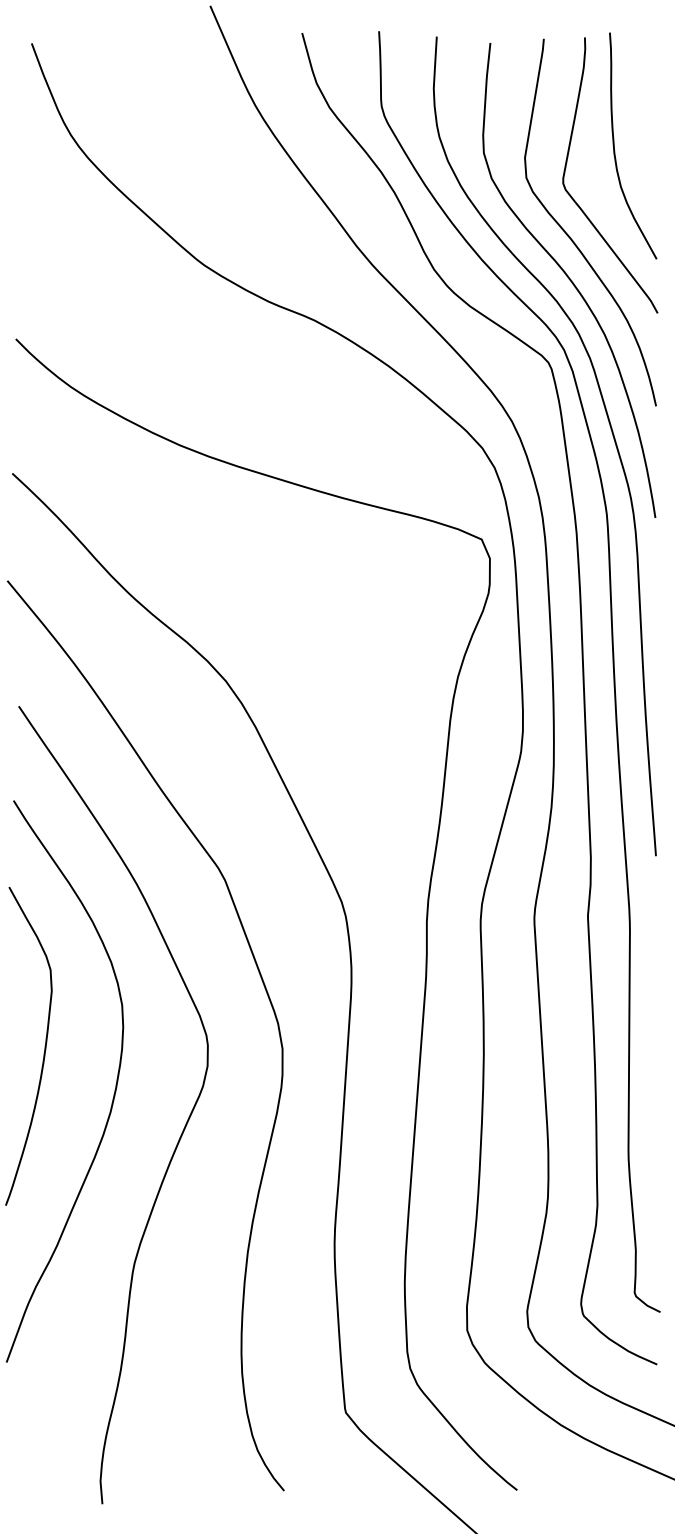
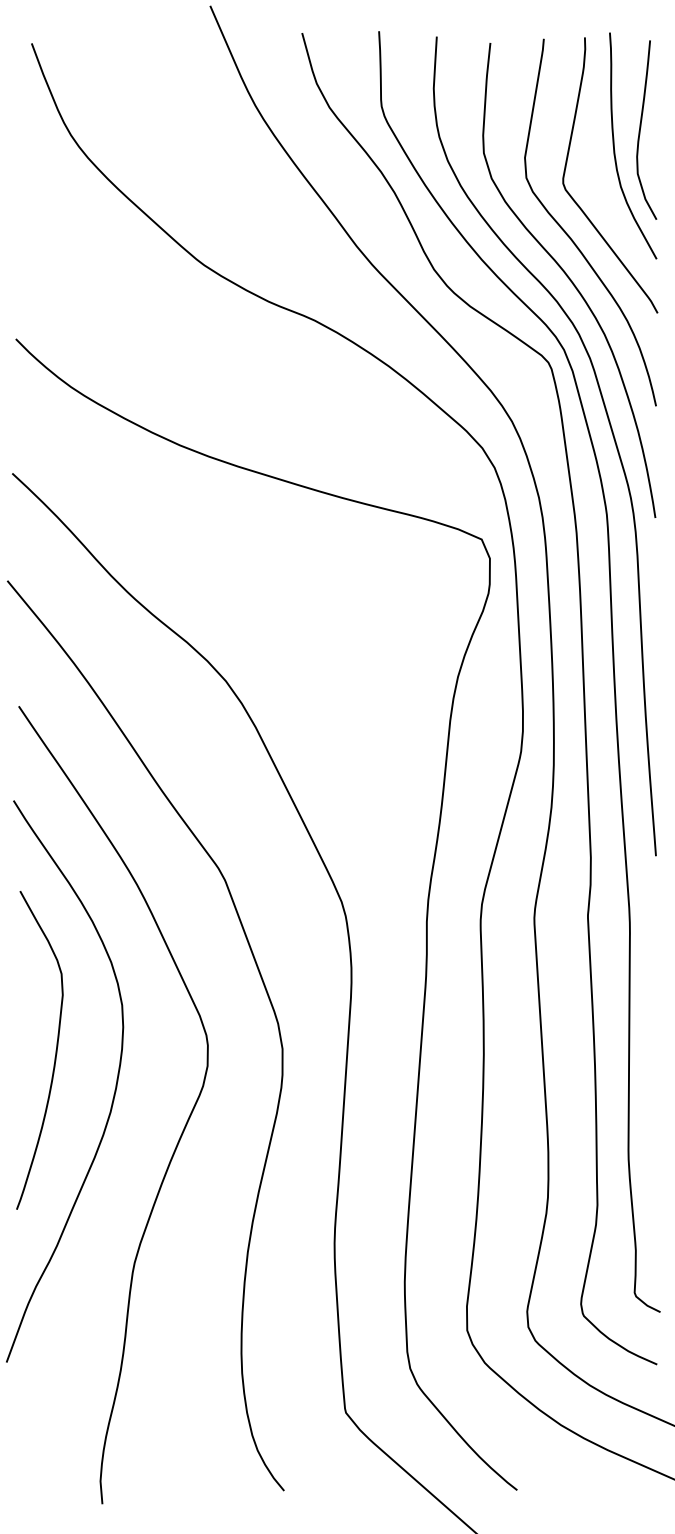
curve at (641, 127): none -> present
curve at (44, 1046) position: (44, 1046) -> (55, 1050)
